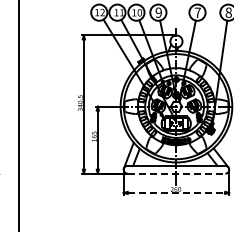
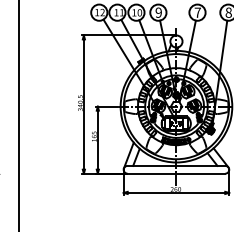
line at (176, 173): dashed -> solid
line at (176, 192): dashed -> solid
